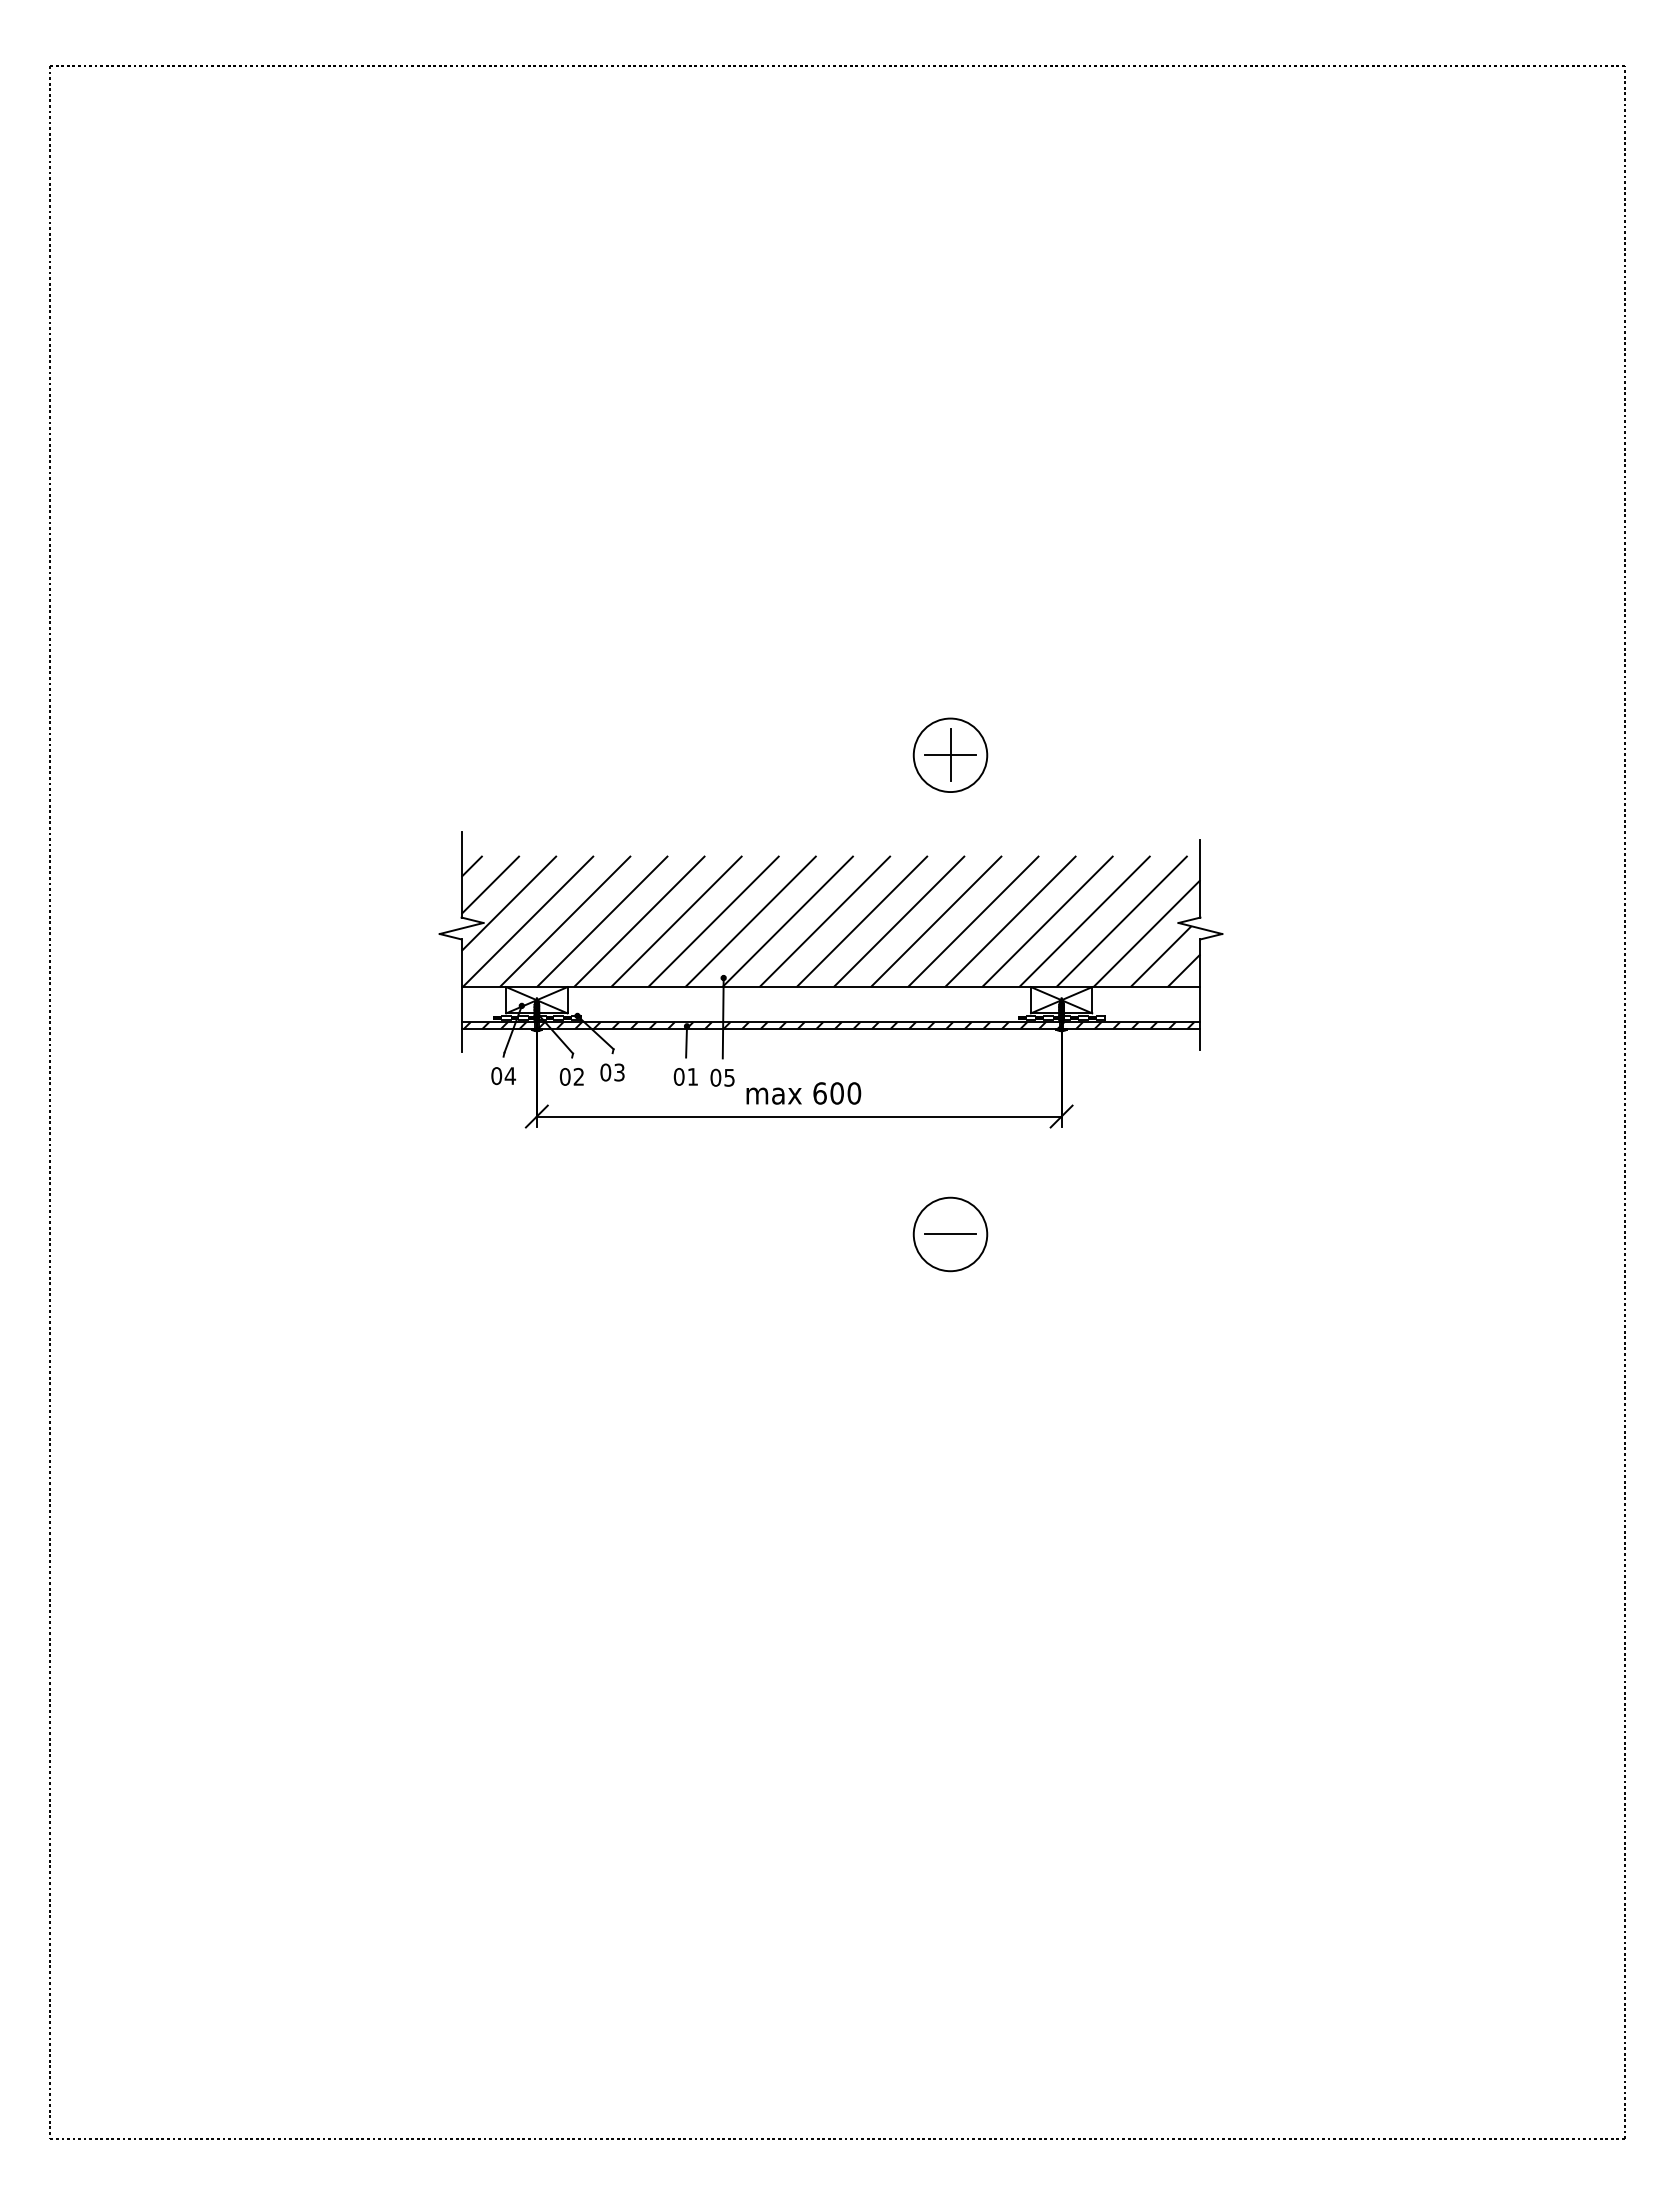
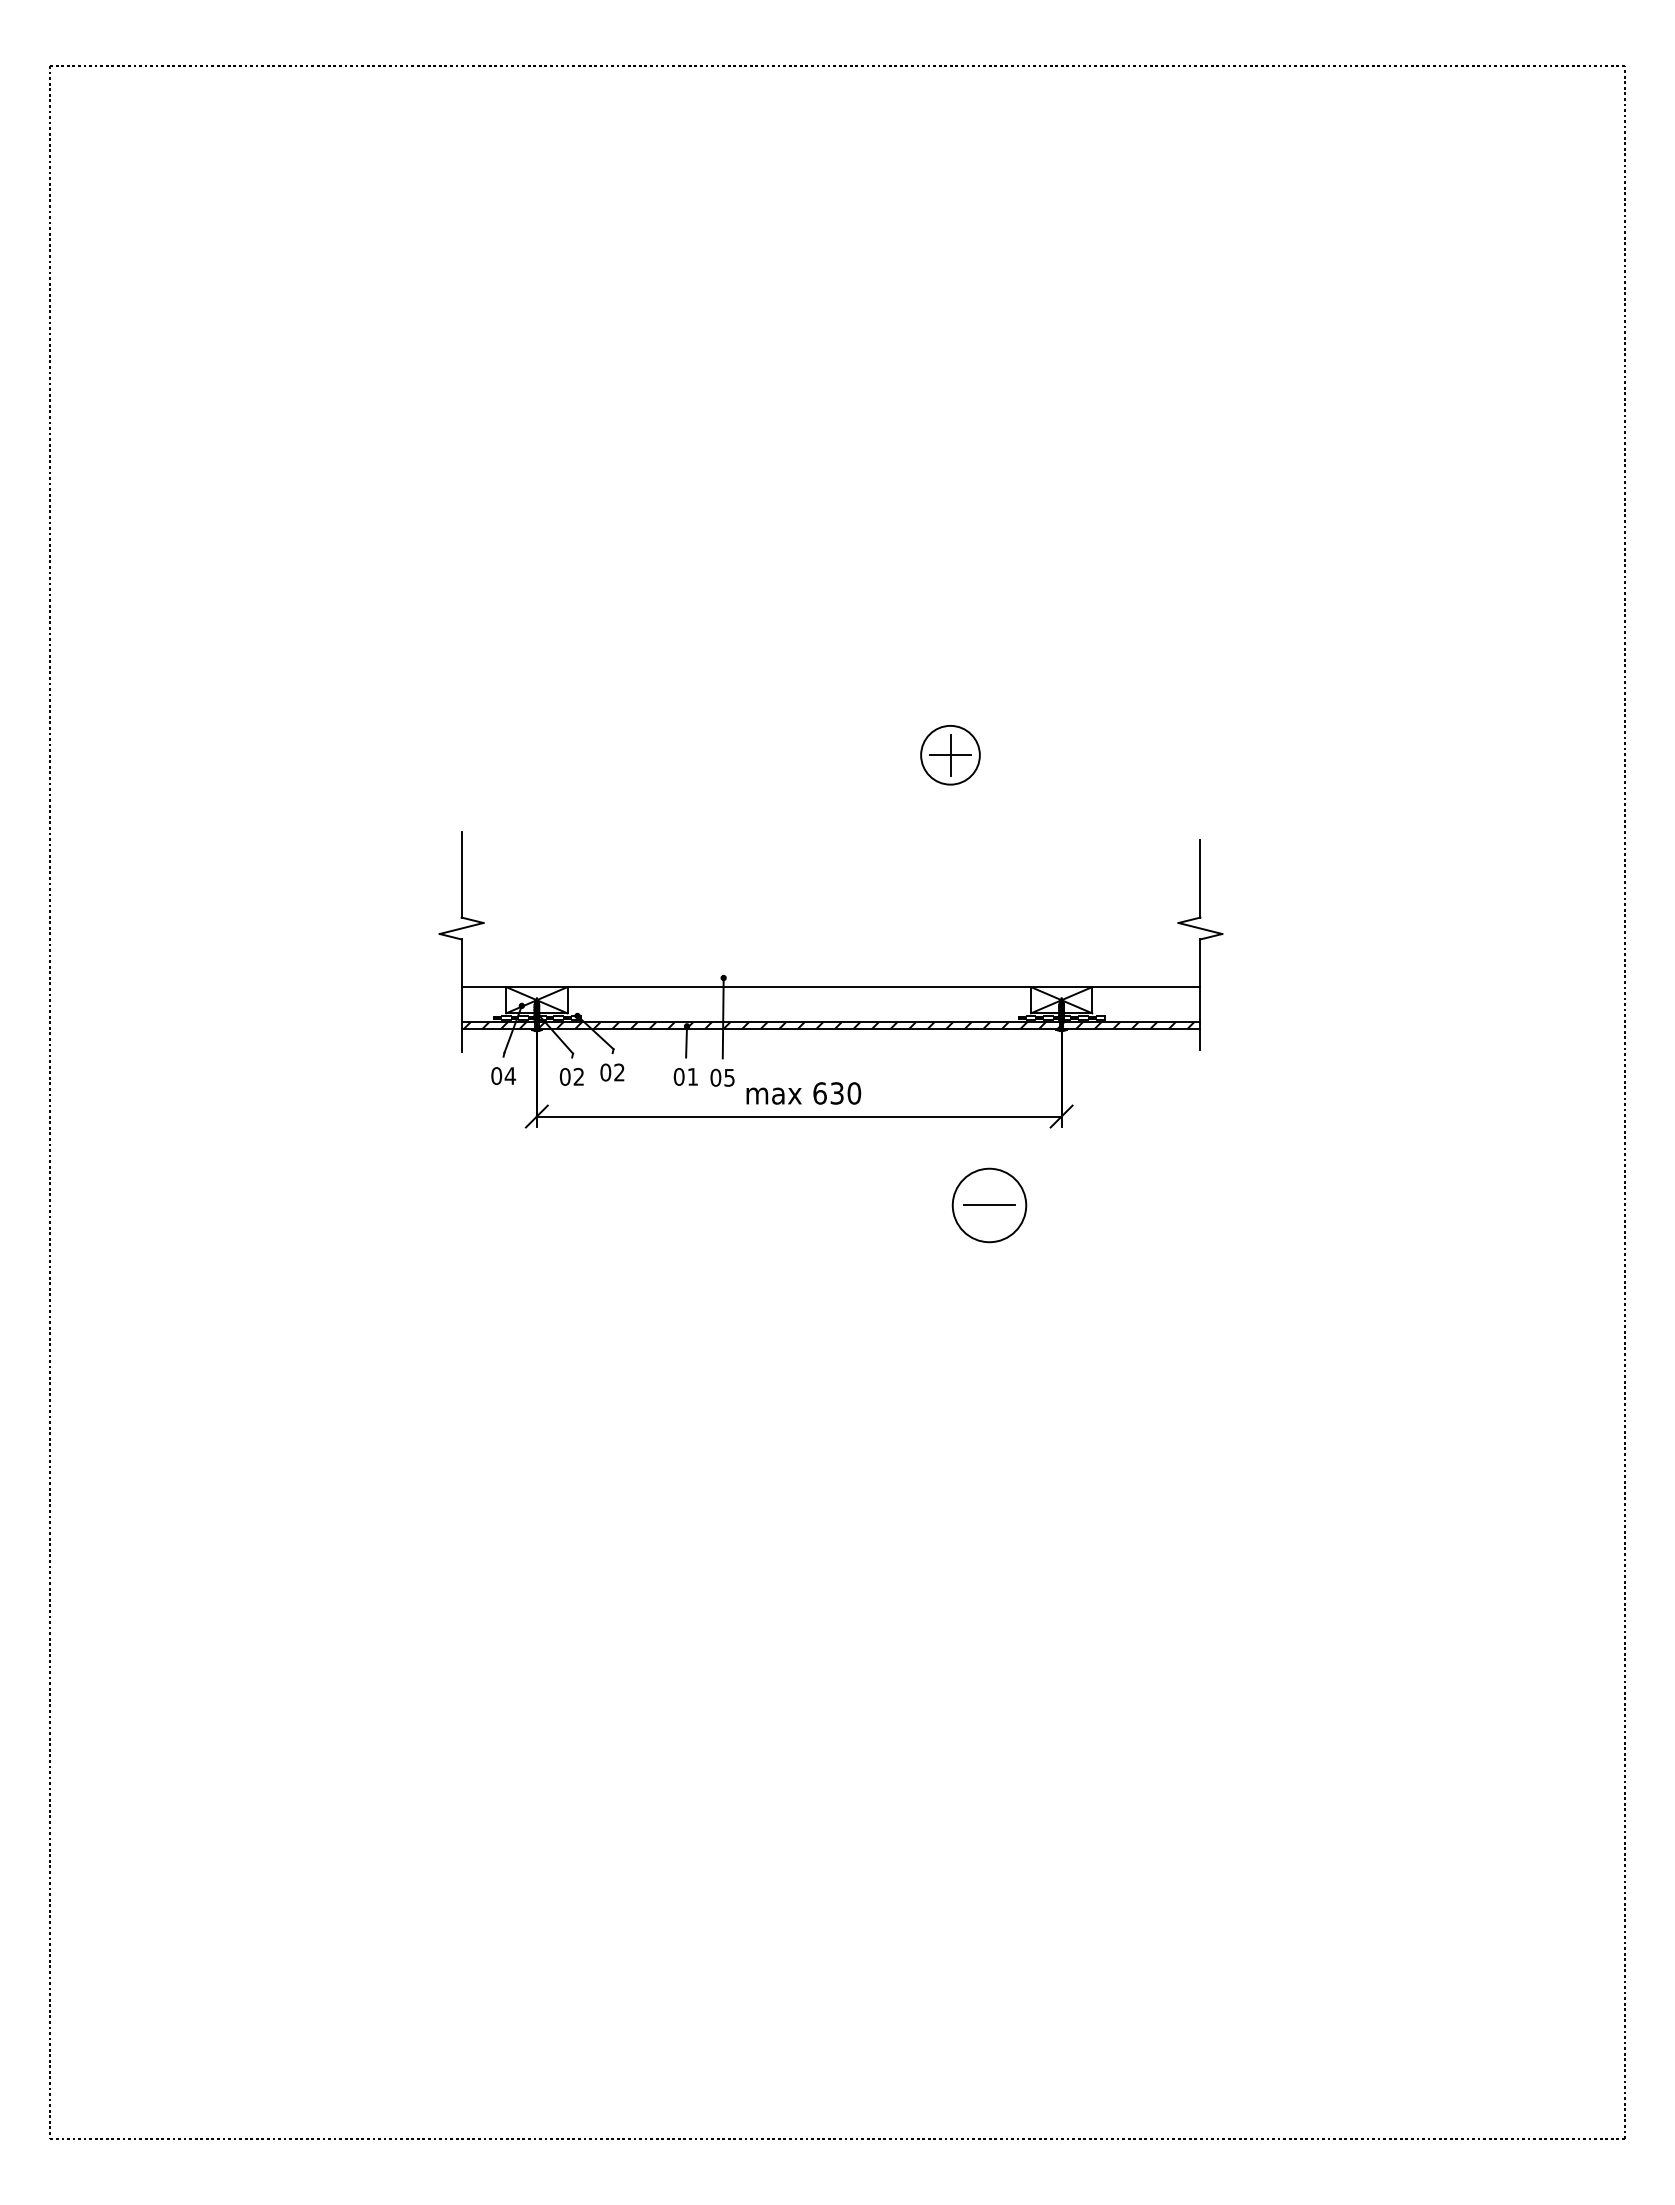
part at (950, 754) size: 77x76 px -> 61x61 px
hatch at (830, 921): present -> none
text at (619, 1072): 03 -> 02
text at (836, 1093): 600 -> 630
part at (950, 1234) position: (950, 1234) -> (989, 1205)
